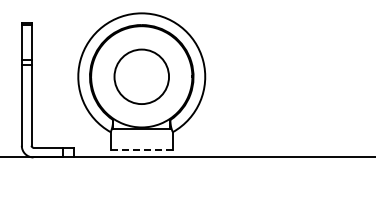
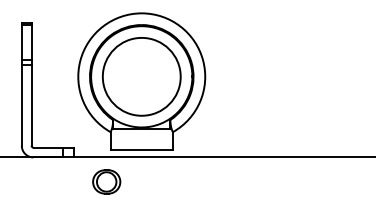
circle at (141, 76) diameter: 55 px -> 78 px
line at (142, 149): dashed -> solid
part at (106, 181): none -> present
